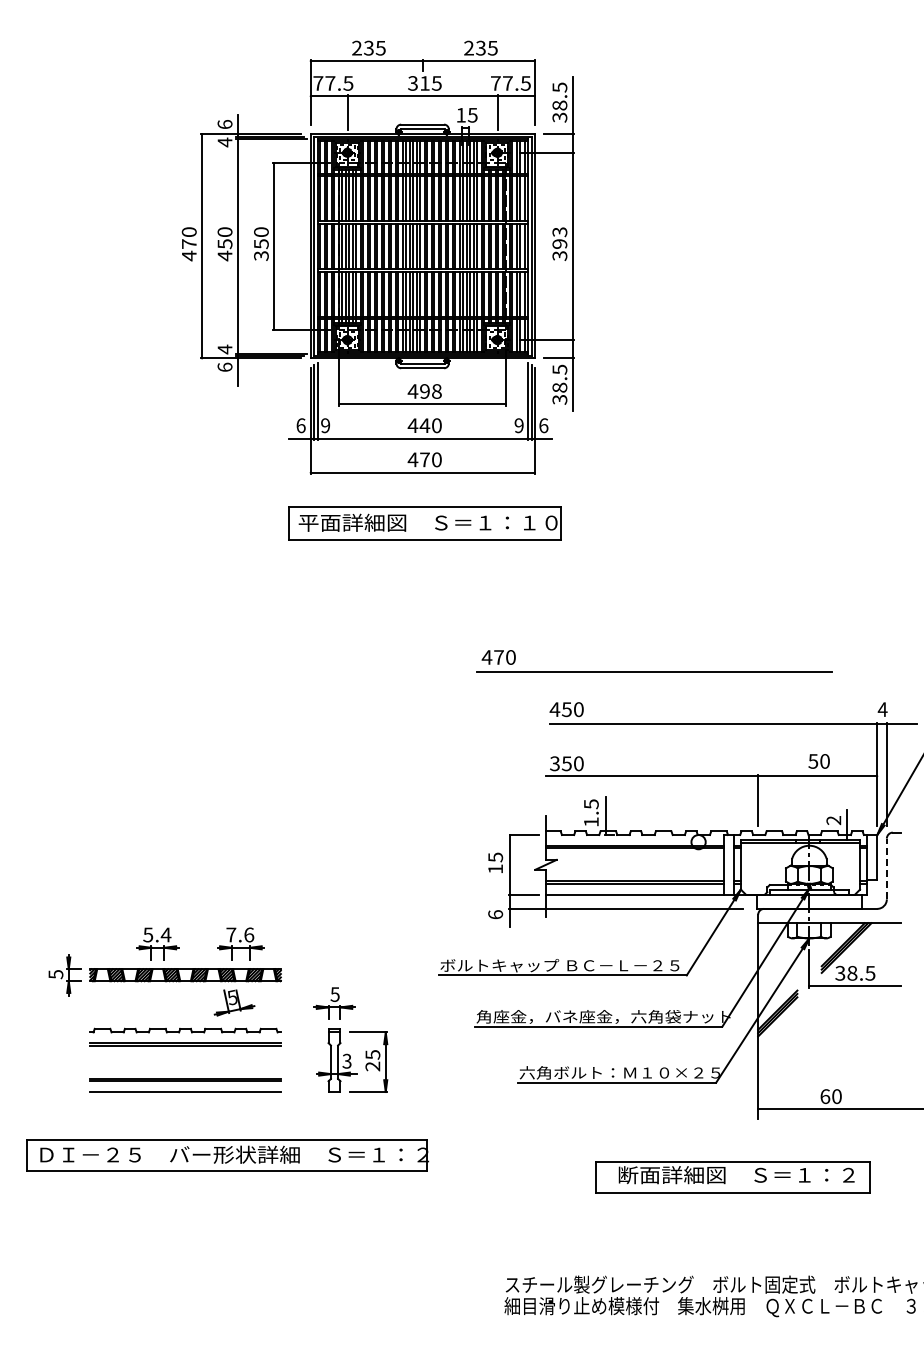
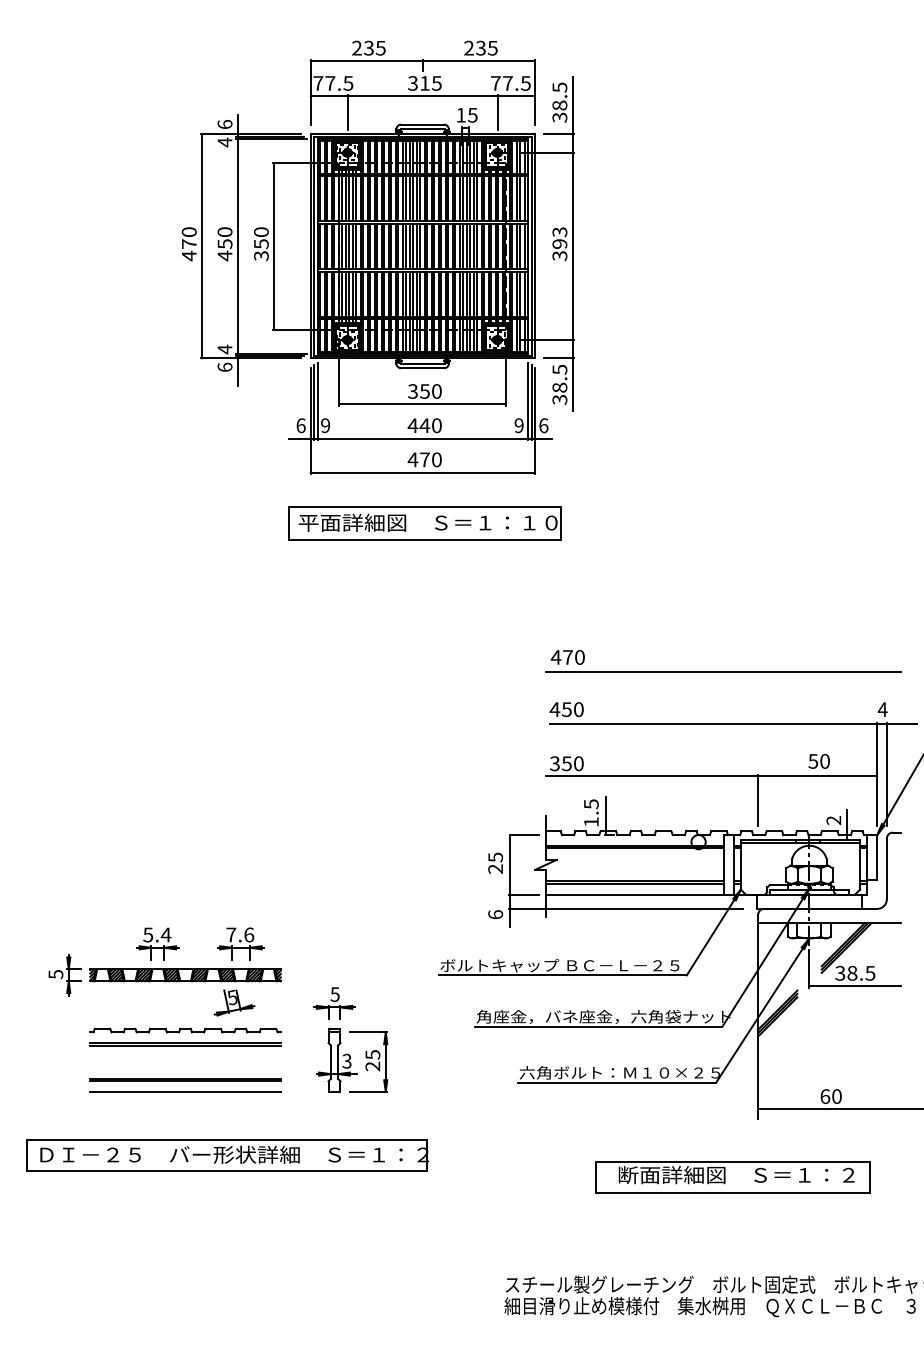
text at (424, 391): 498 -> 350
part at (654, 671) position: (654, 671) -> (723, 671)
text at (495, 868): 15 -> 25
line at (886, 868): dashed -> solid
